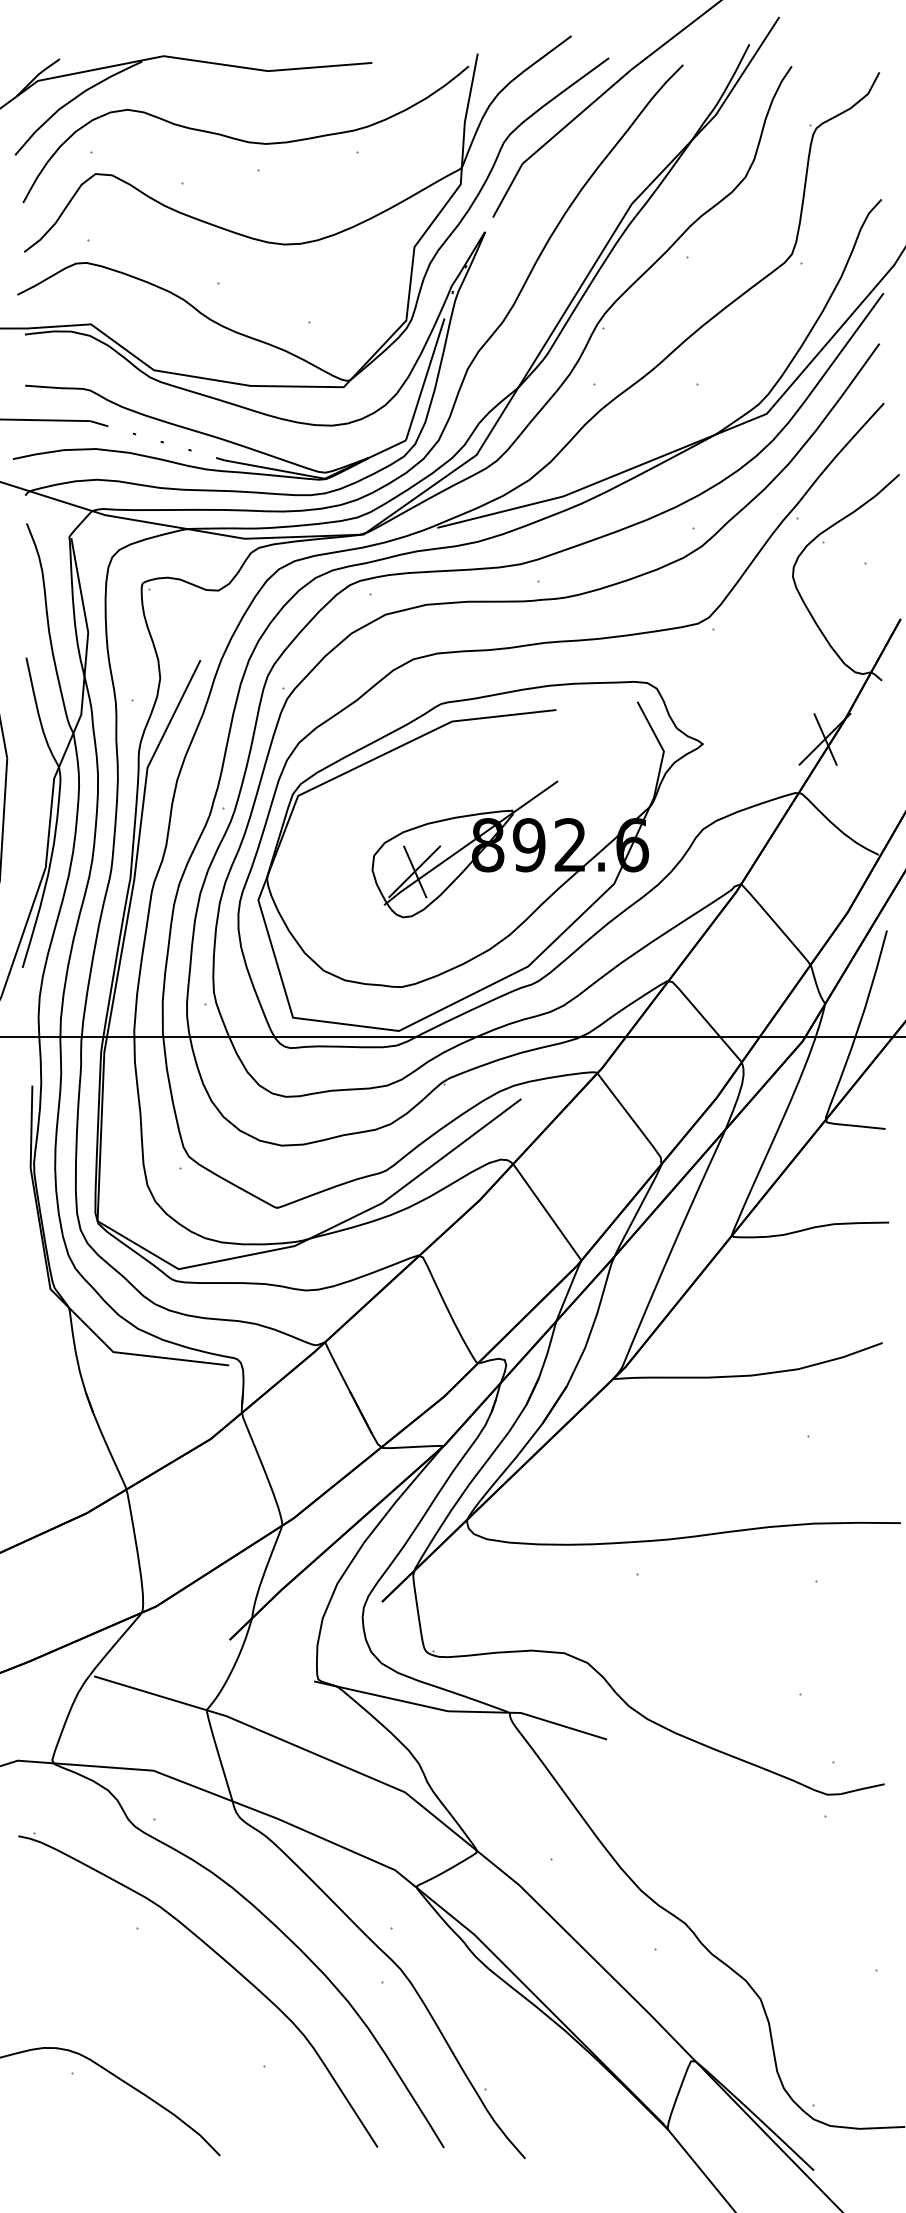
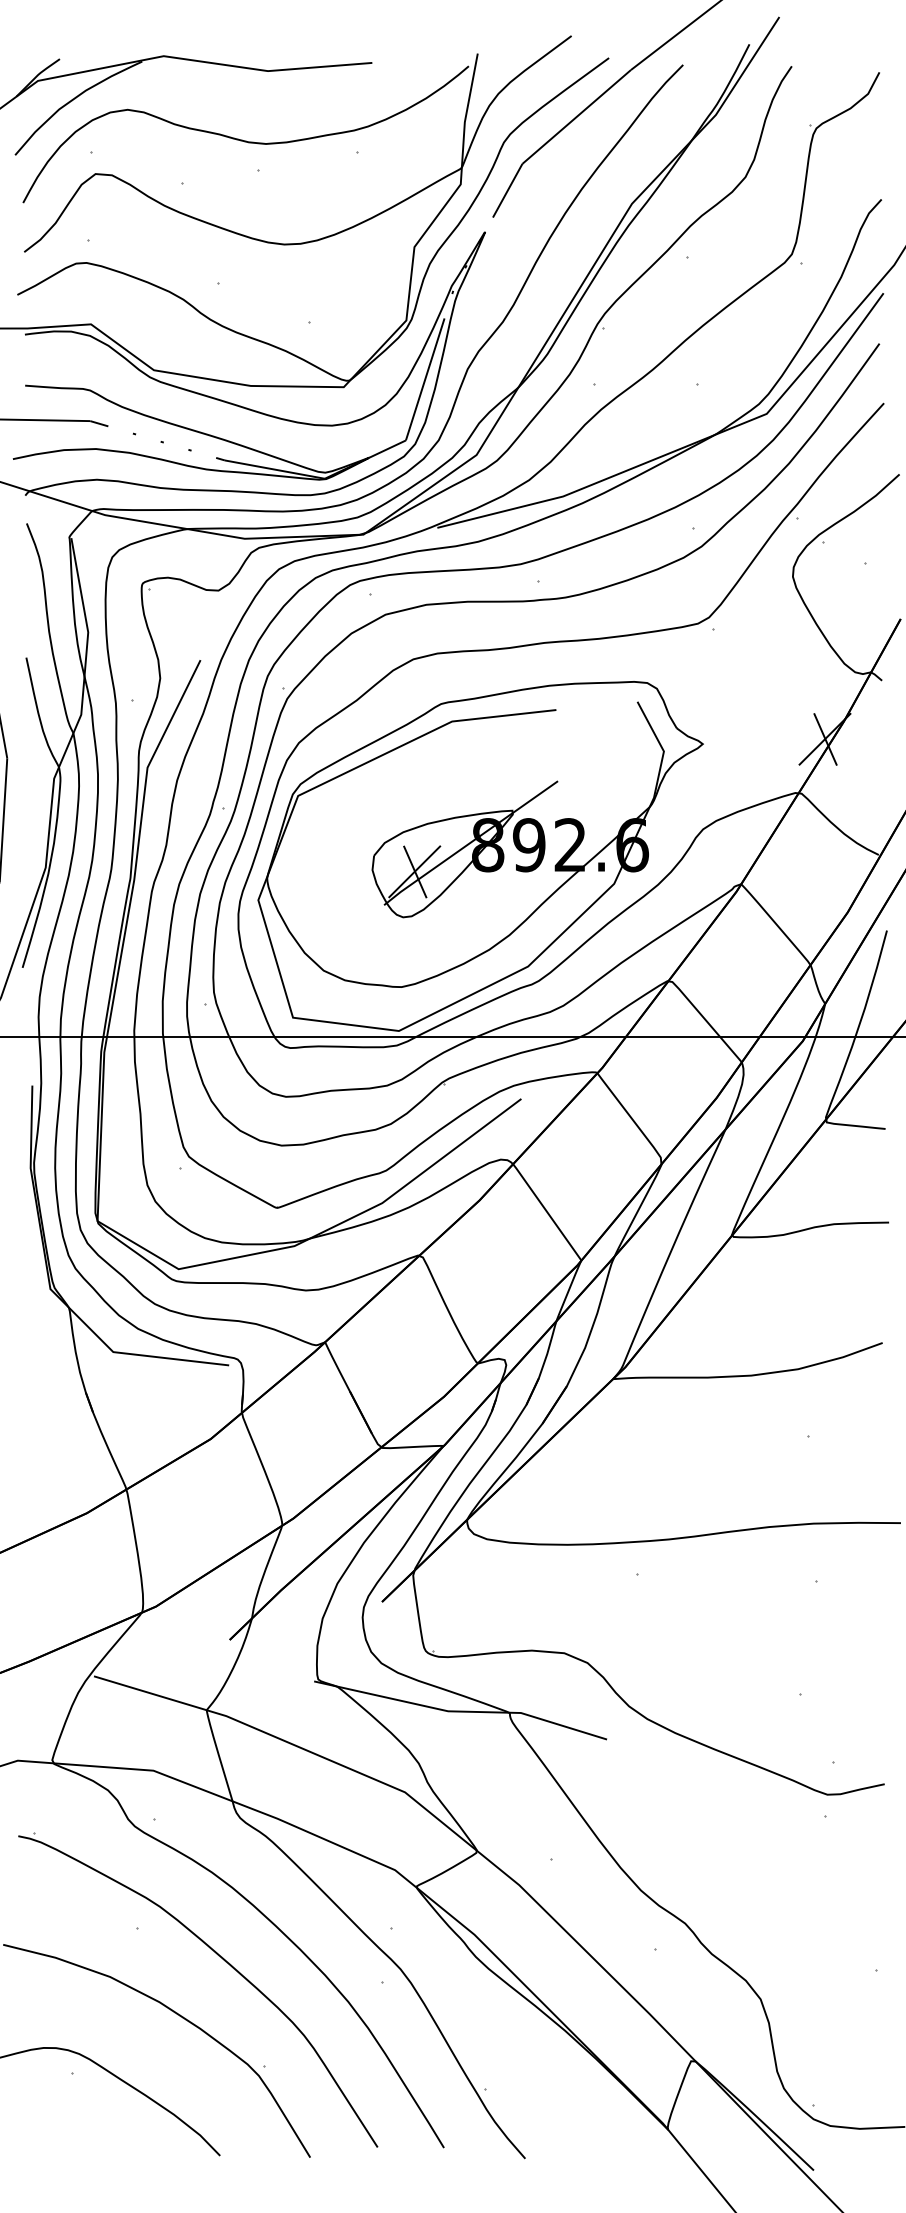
curve at (179, 2016): none -> present
